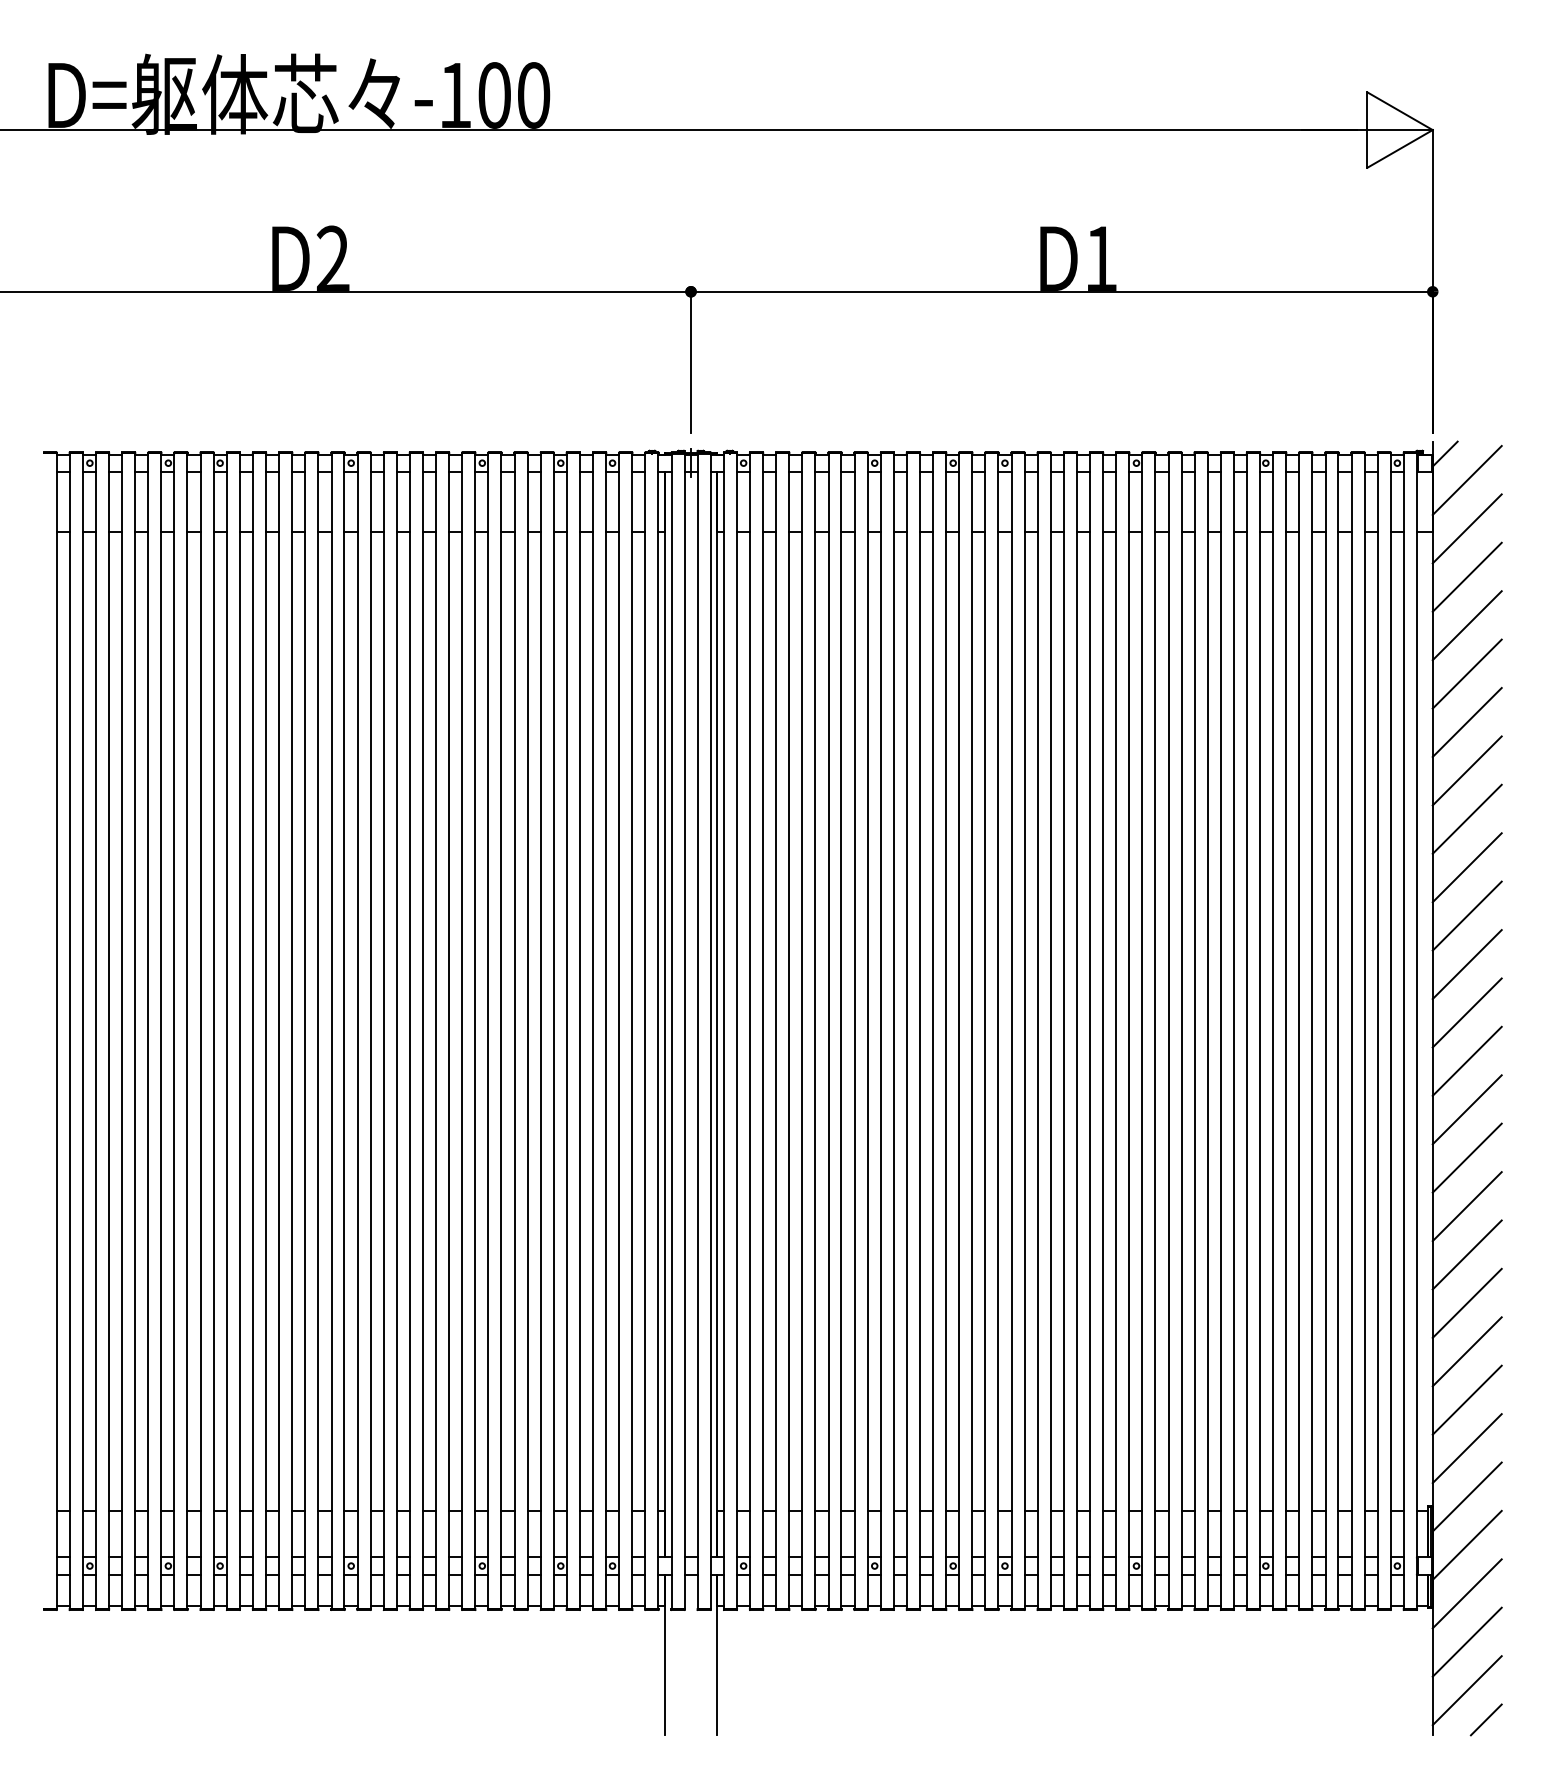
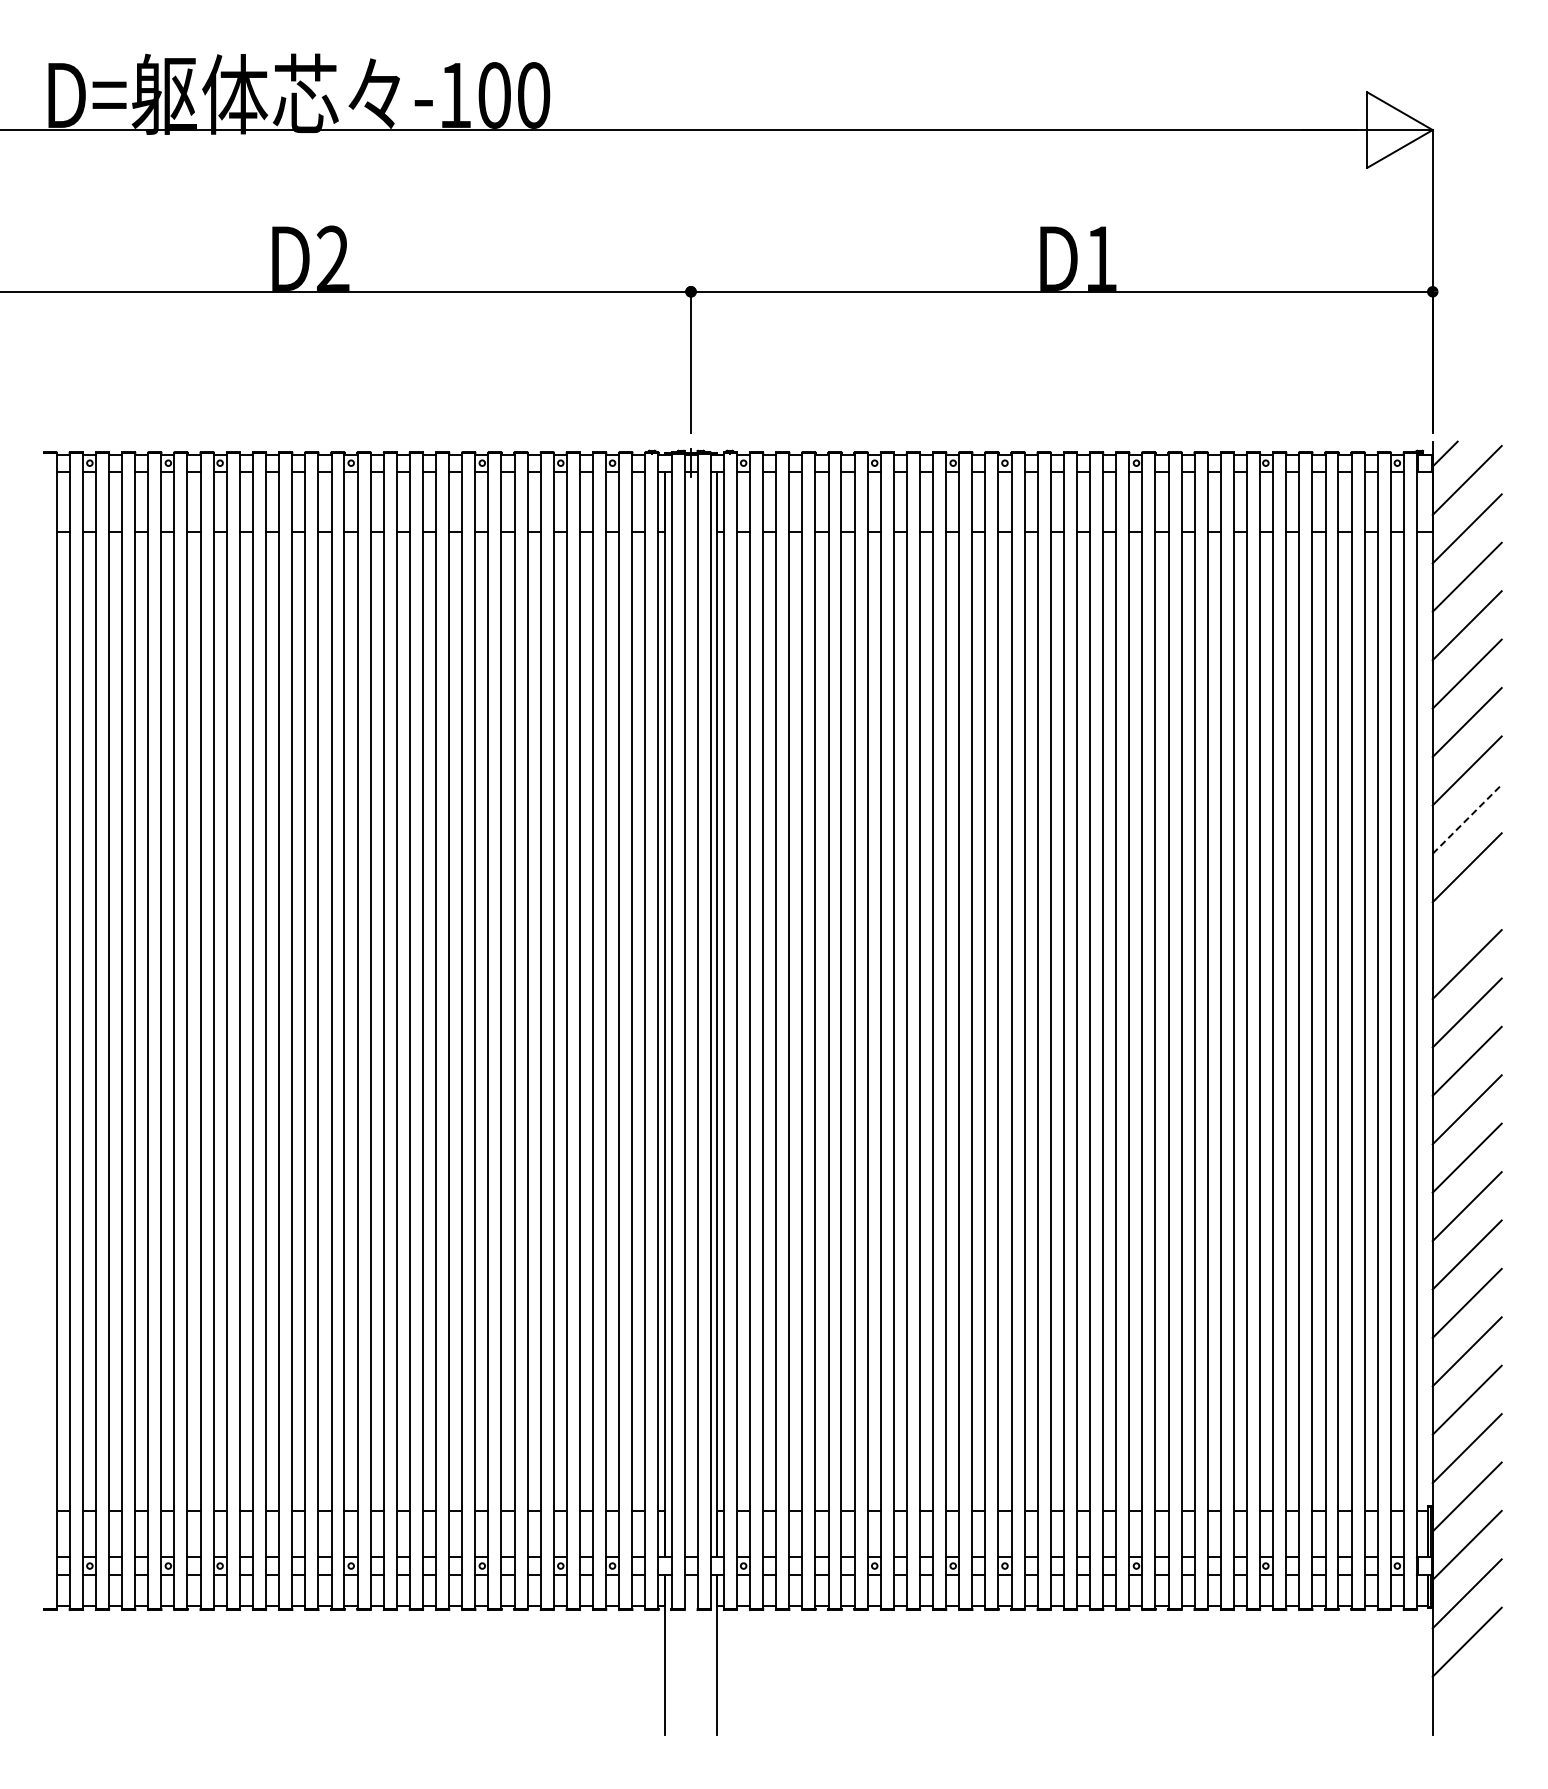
line at (1467, 819): solid -> dashed
line at (1466, 915): present -> none
line at (1466, 1690): present -> none
line at (1485, 1719): present -> none
